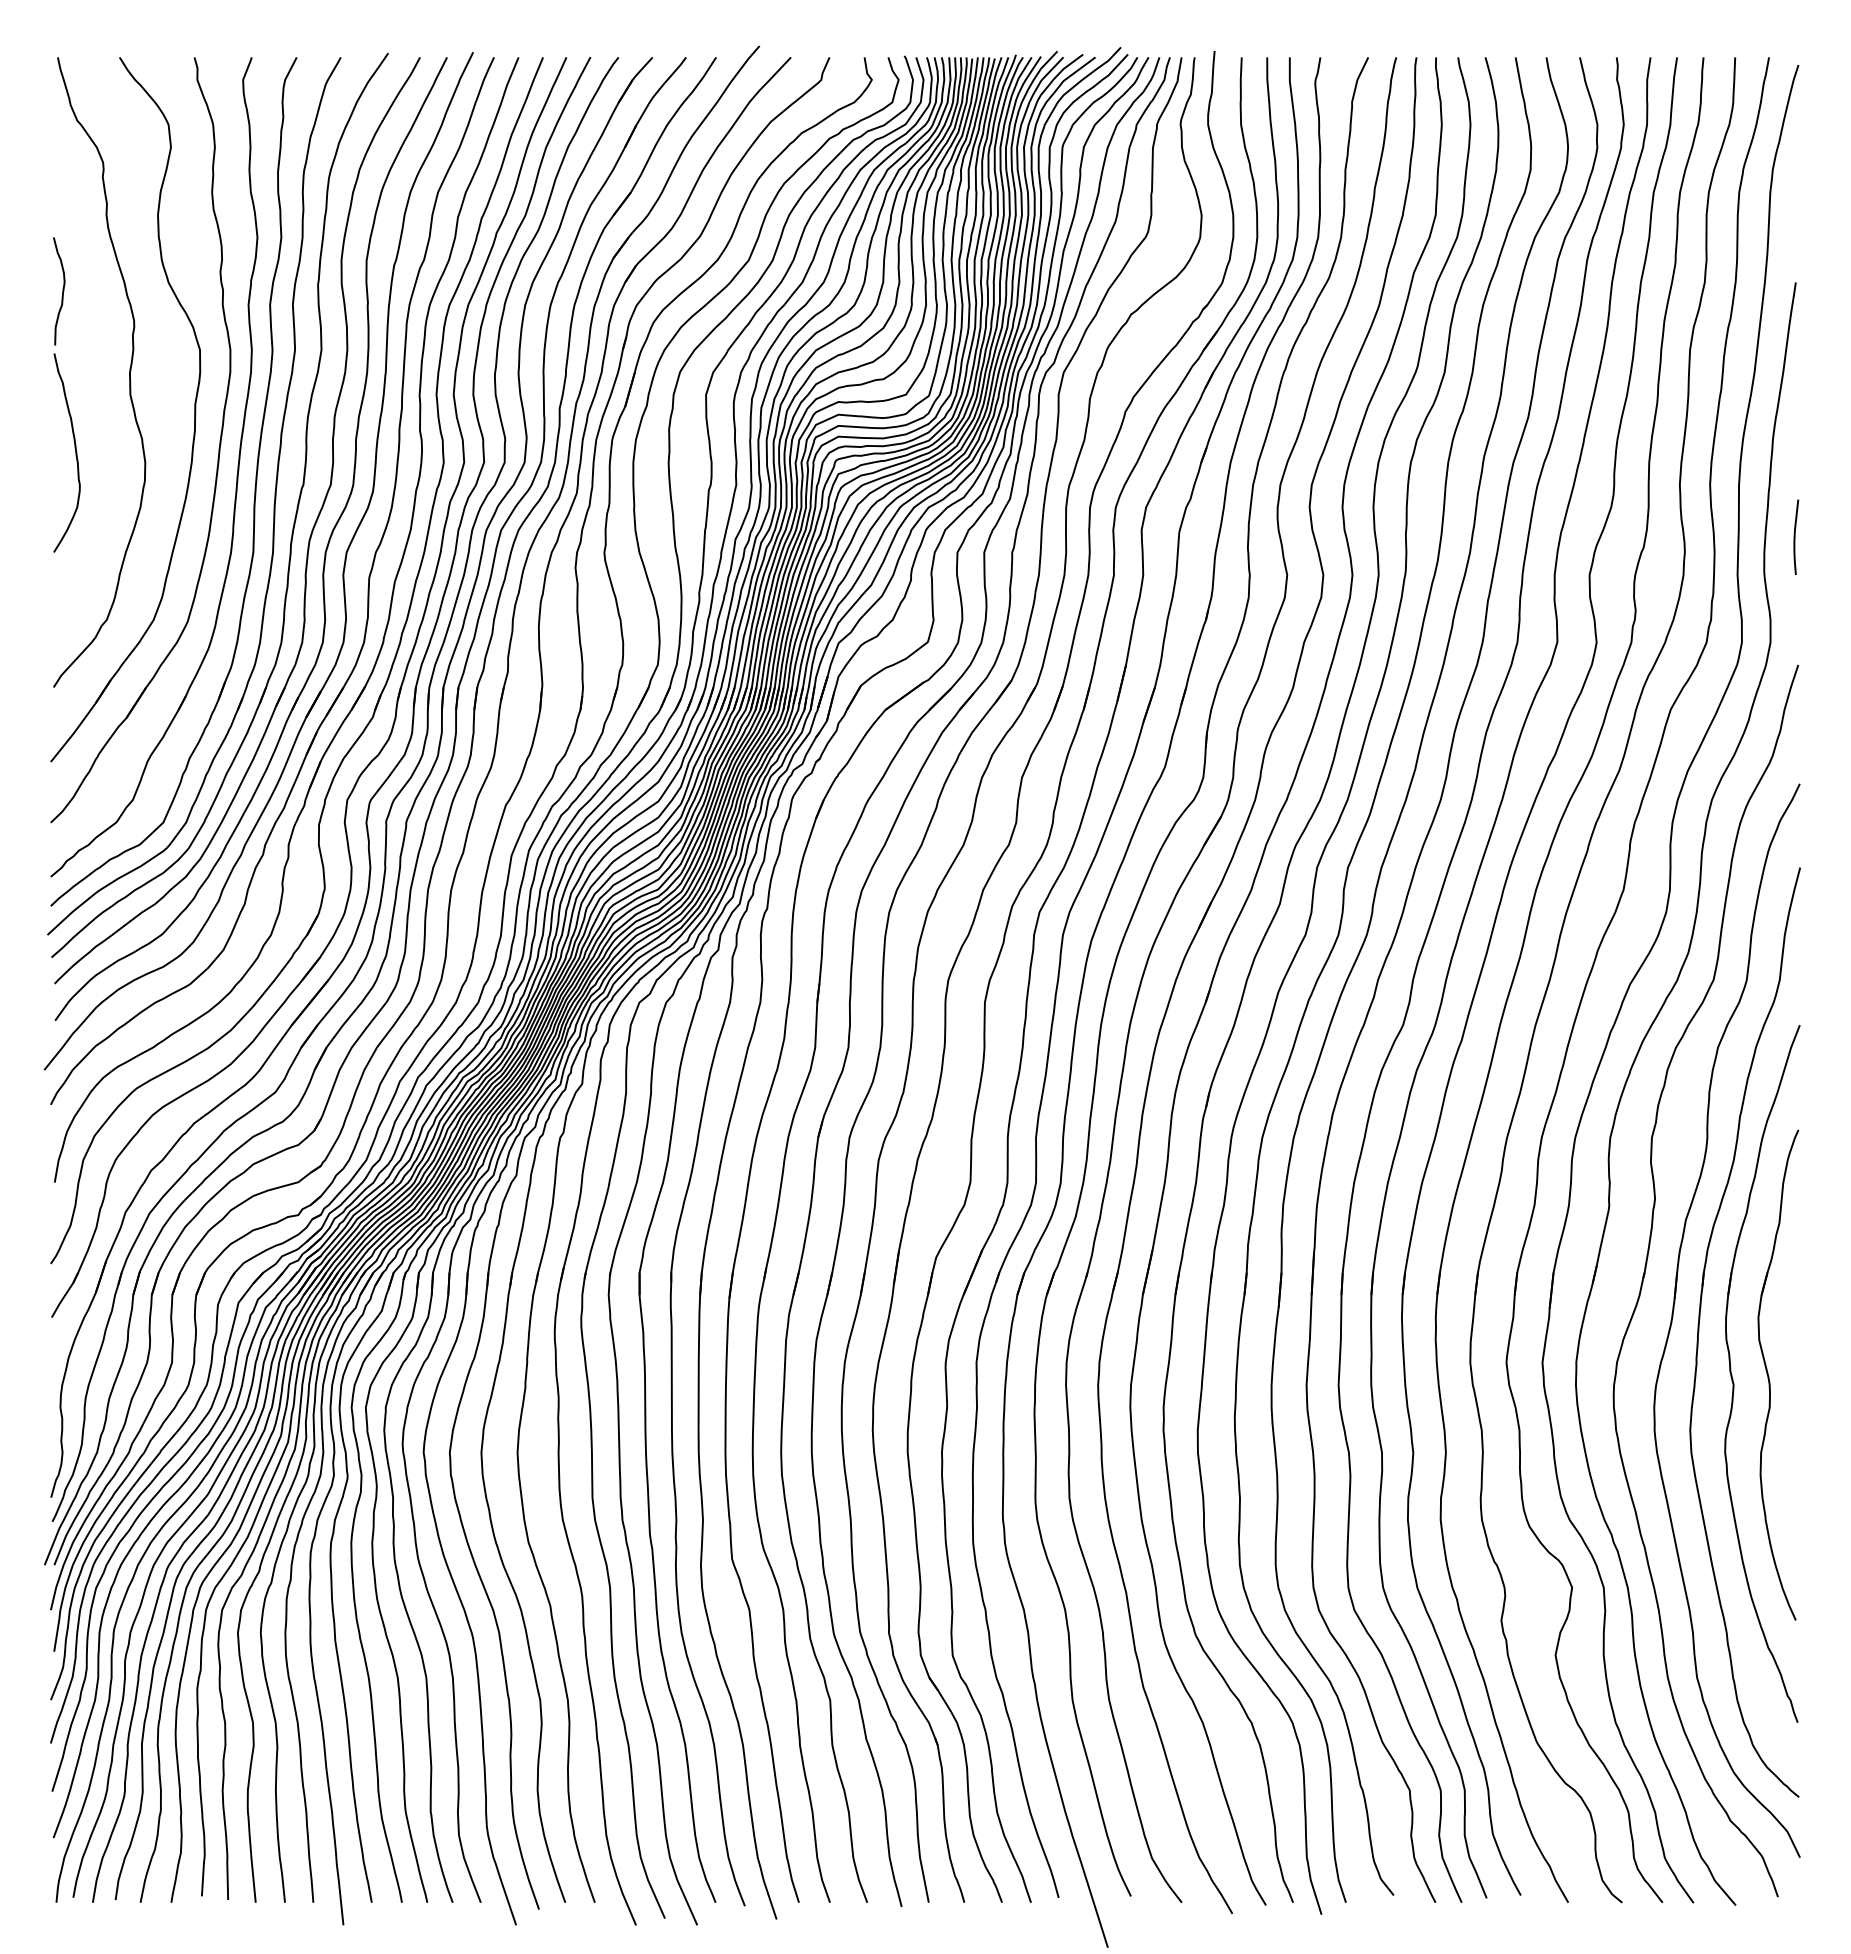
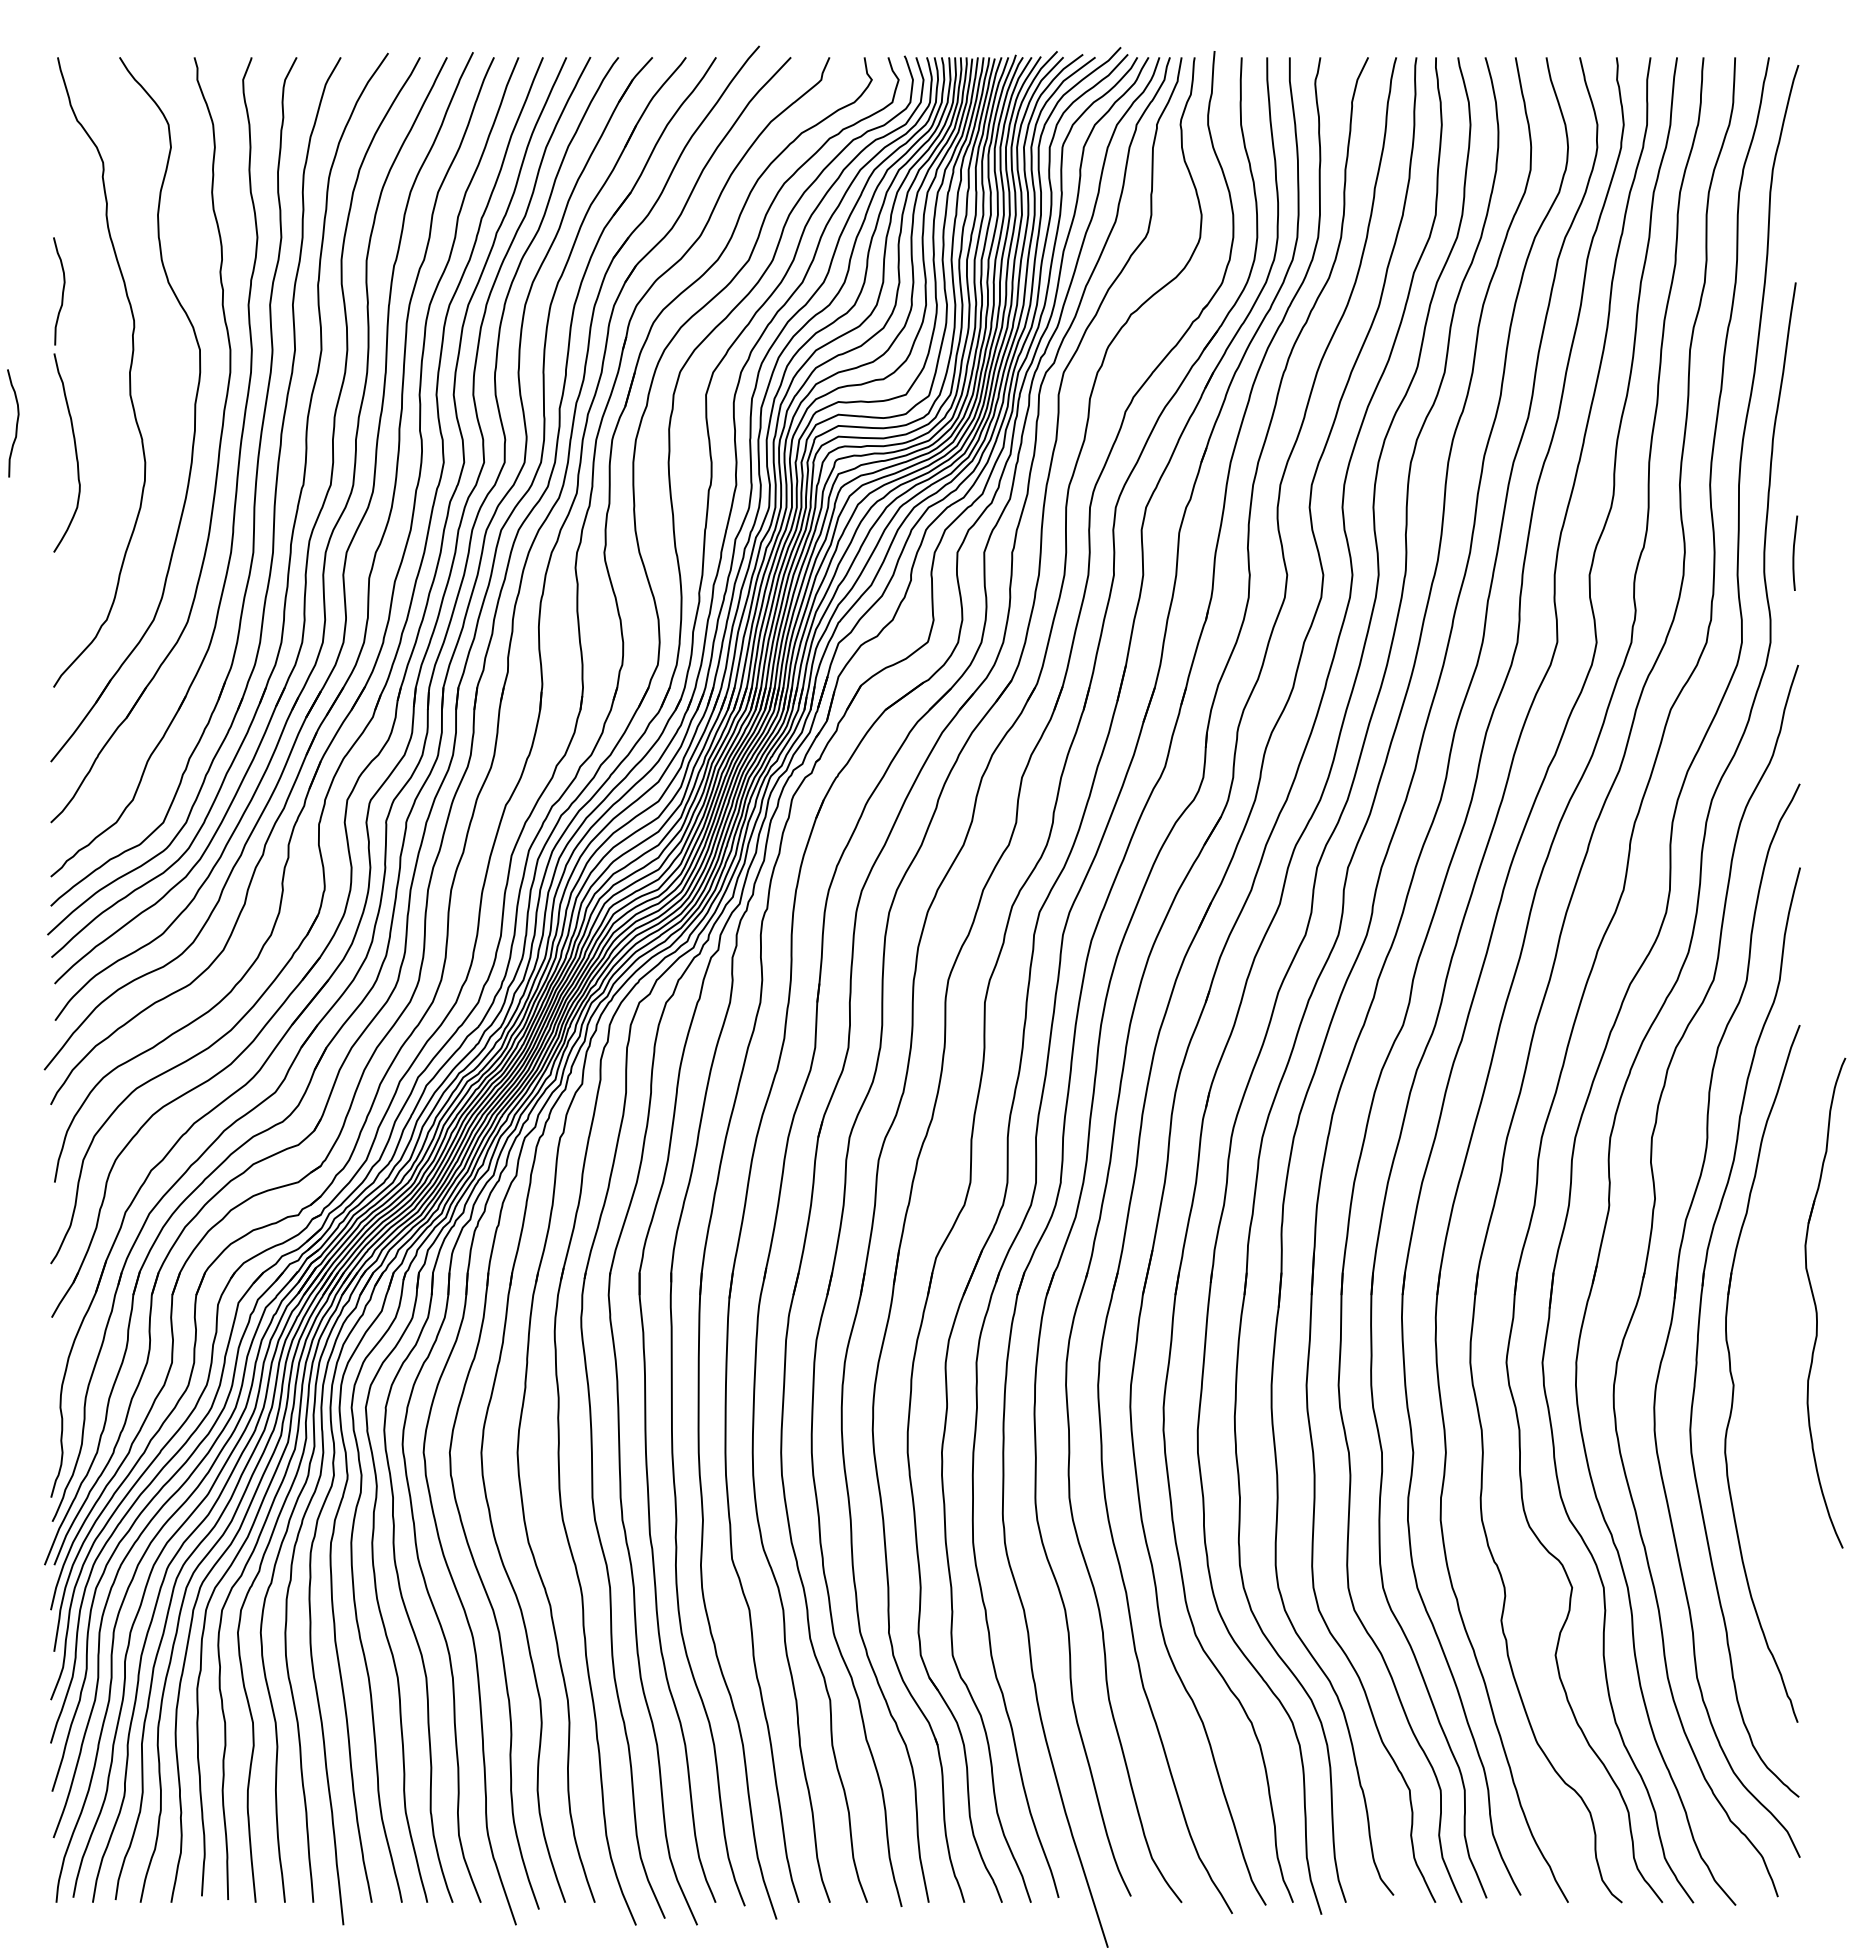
curve at (16, 423): none -> present
curve at (1795, 536) position: (1795, 536) -> (1794, 552)
part at (1769, 1376) position: (1769, 1376) -> (1816, 1304)
